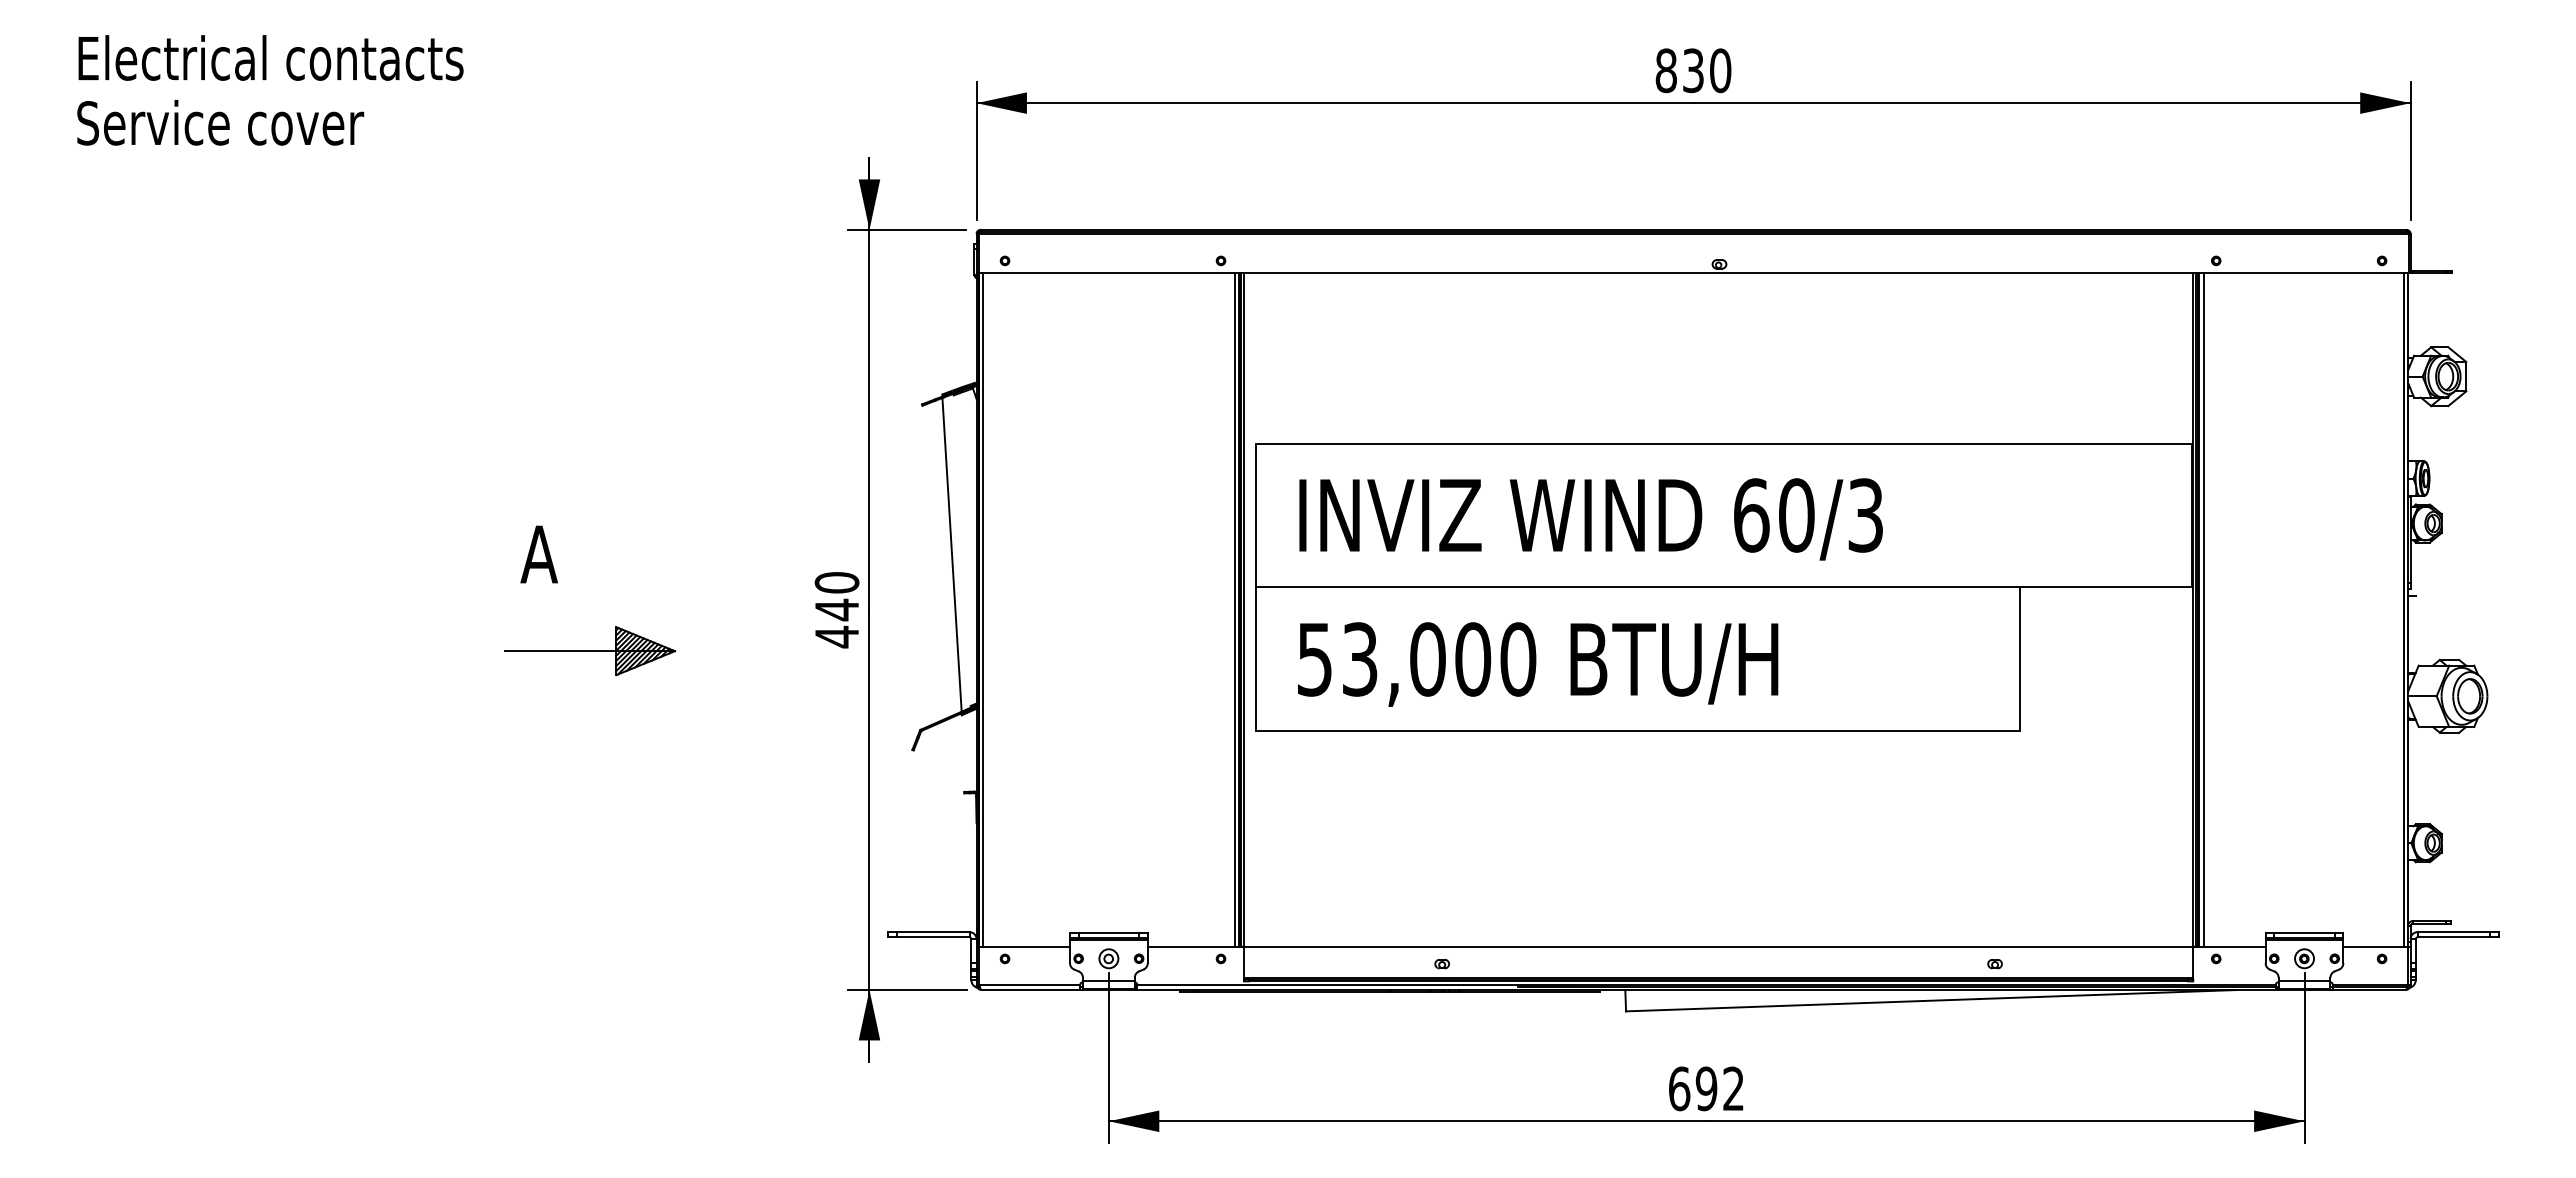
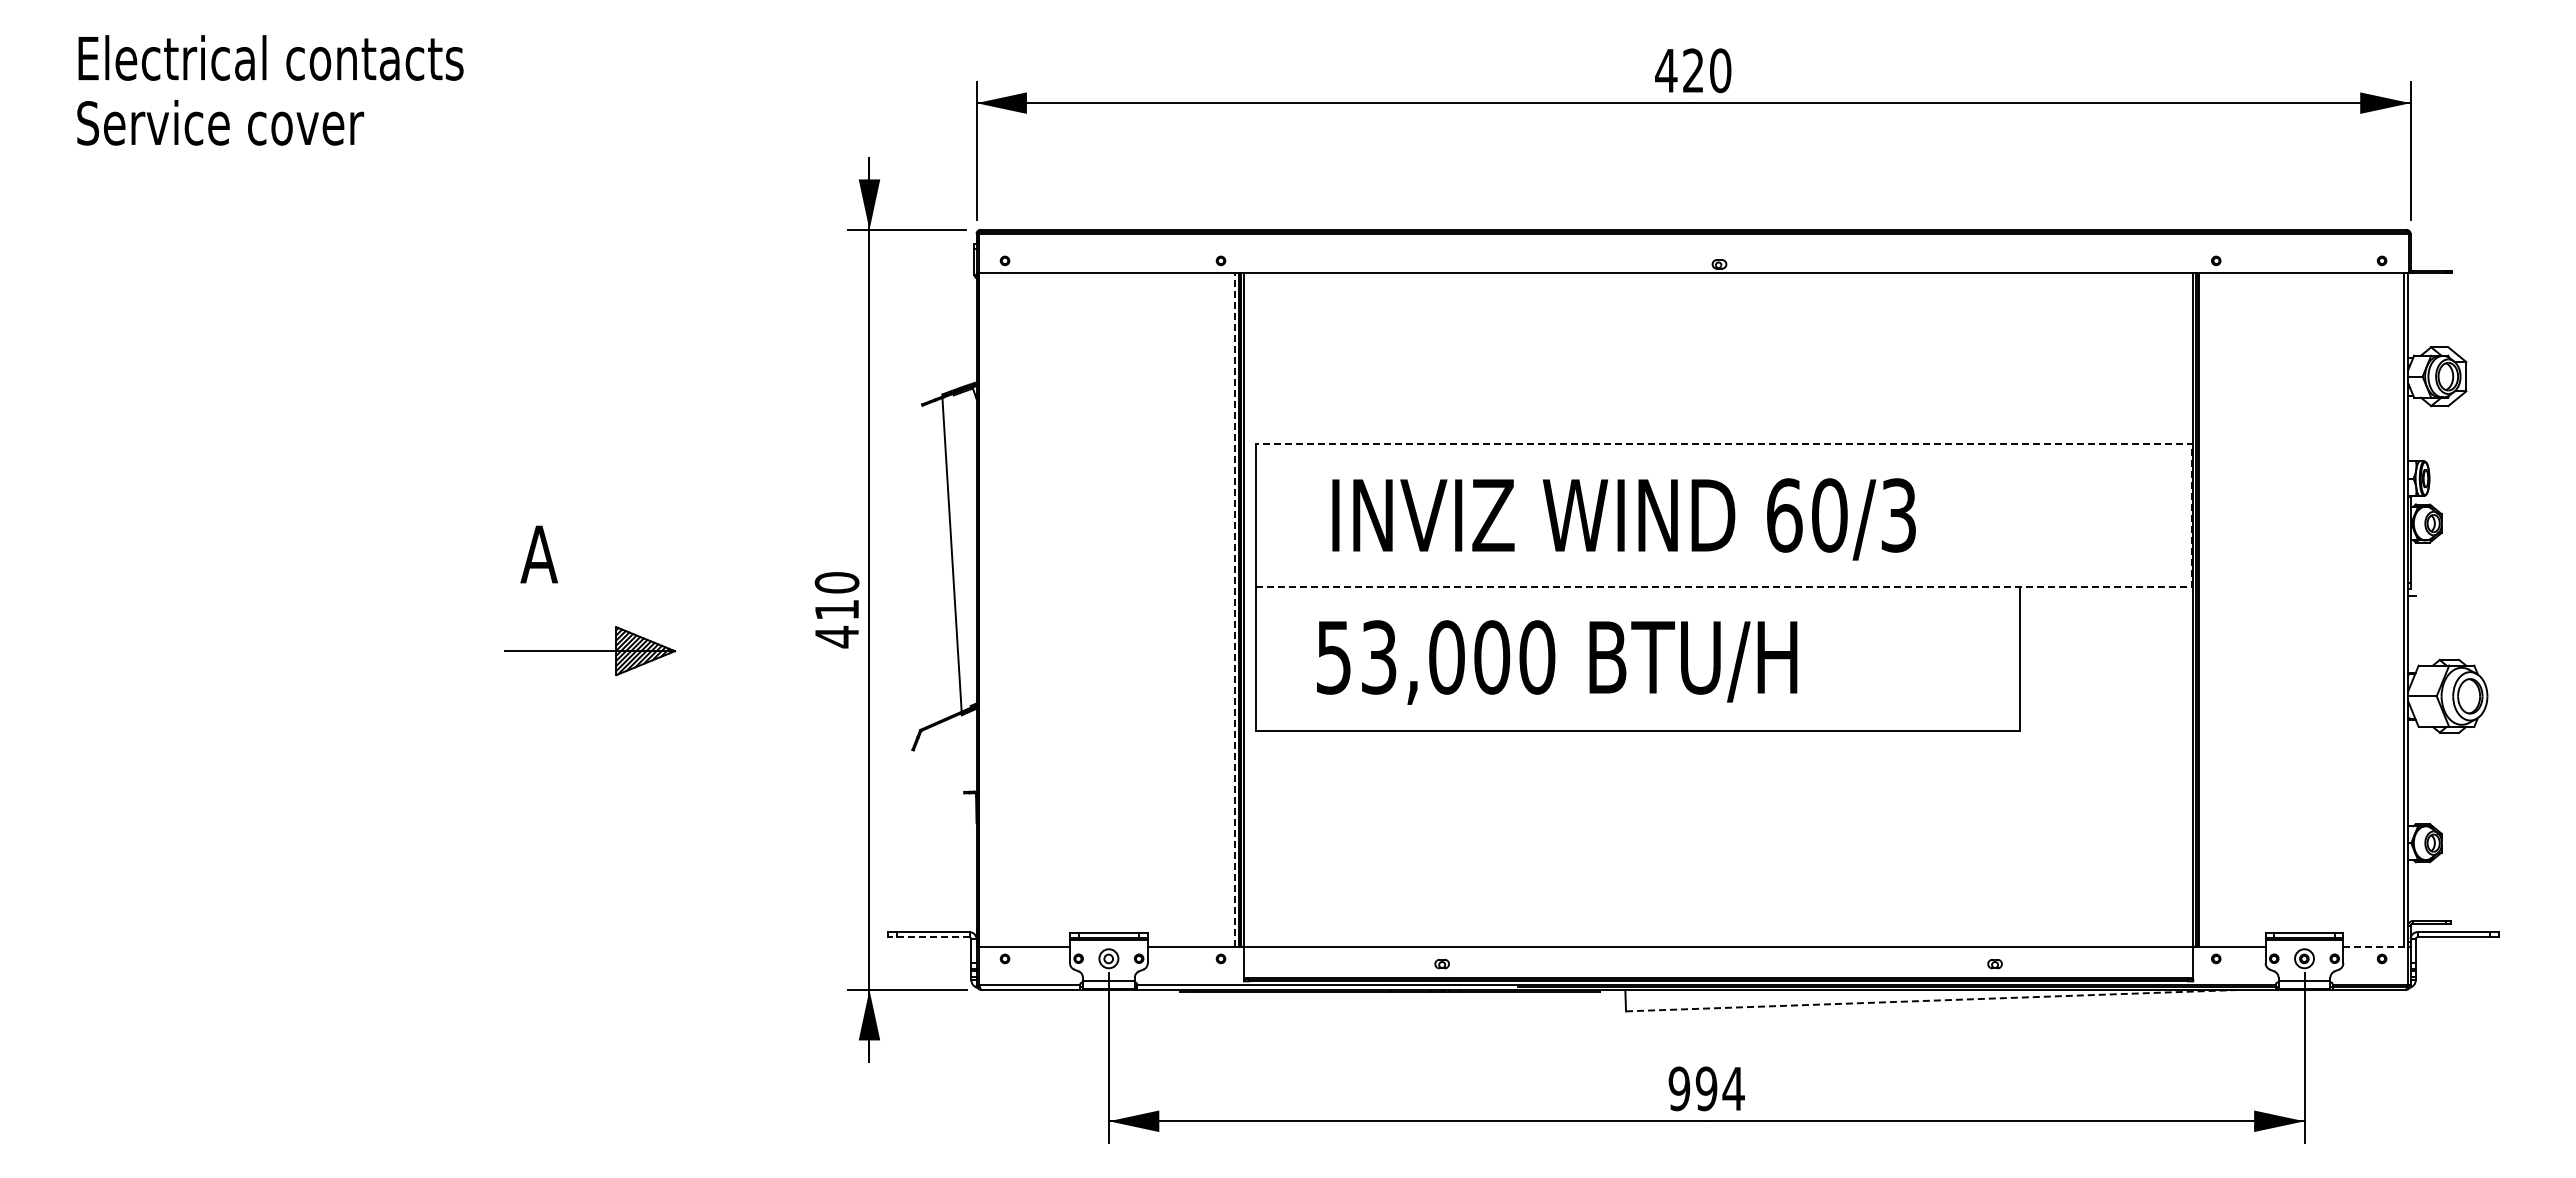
text at (1679, 70): 830 -> 420
line at (2192, 515): solid -> dashed
text at (1590, 519) position: (1590, 519) -> (1623, 519)
text at (836, 609): 440 -> 410
line at (982, 609): present -> none
line at (1234, 609): solid -> dashed
line at (2204, 609): present -> none
text at (1538, 664) position: (1538, 664) -> (1557, 662)
line at (929, 937): solid -> dashed
line at (2376, 946): solid -> dashed
line at (1931, 1000): solid -> dashed
text at (1706, 1088): 692 -> 994
